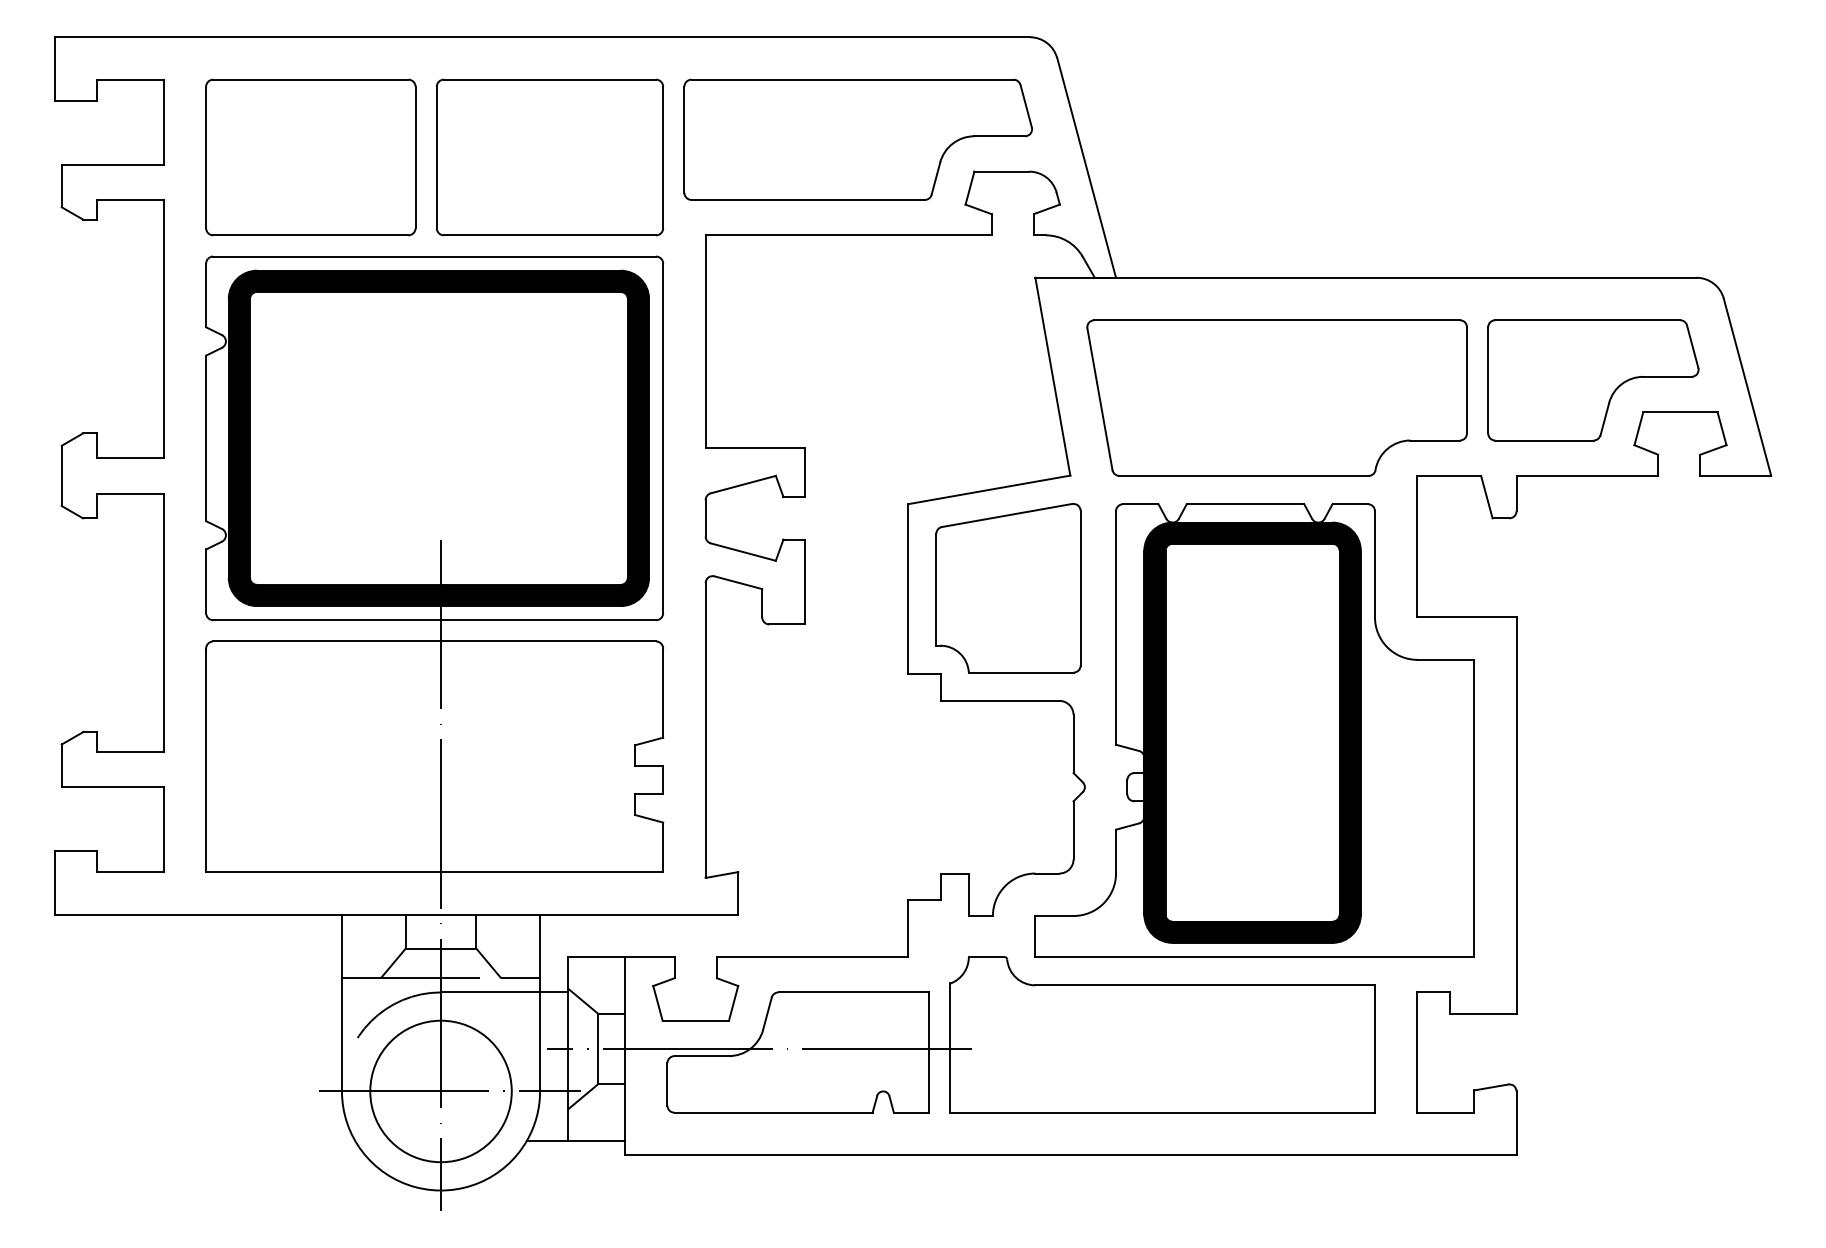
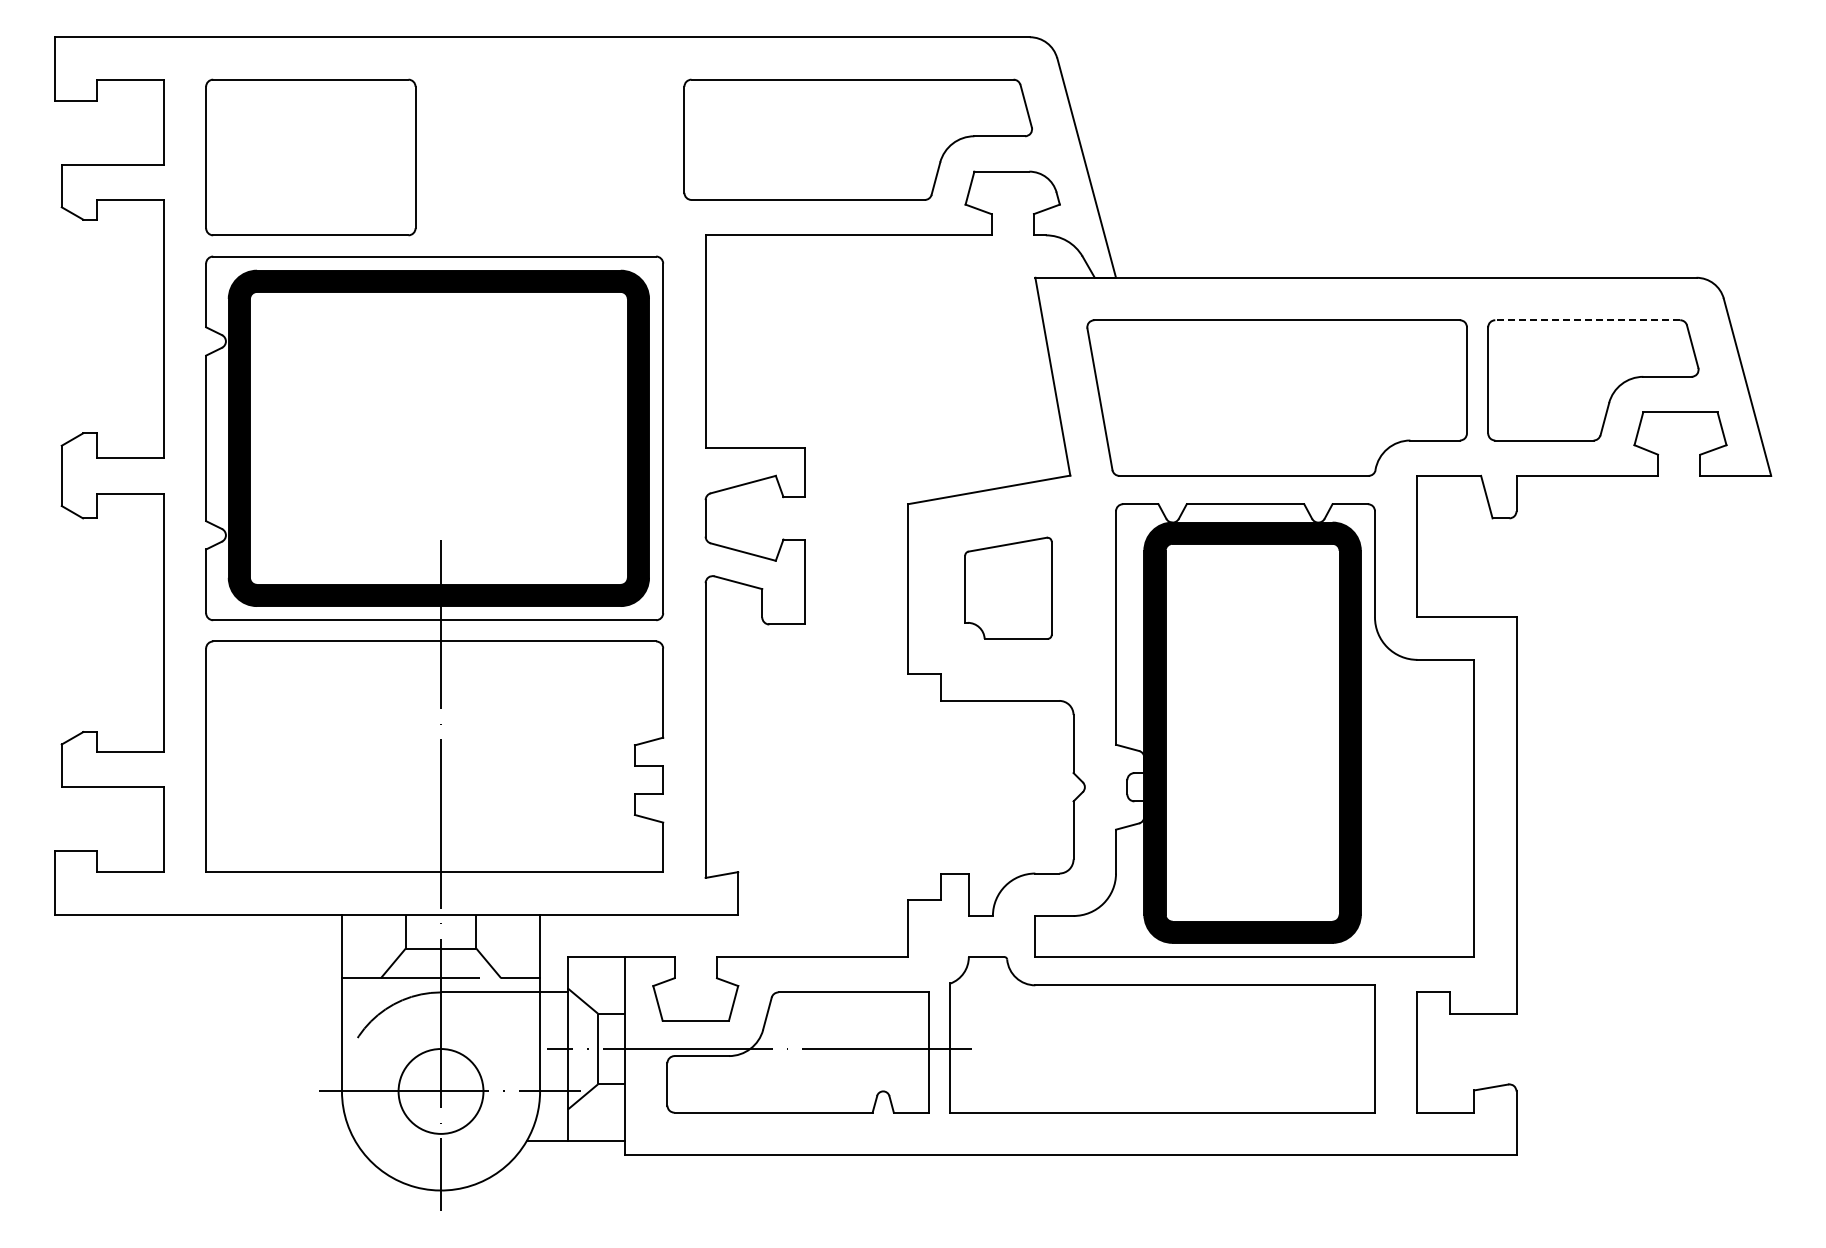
part at (549, 157): present -> none
line at (1587, 320): solid -> dashed
part at (1008, 588) size: 147x171 px -> 89x104 px
circle at (440, 1091) diameter: 142 px -> 85 px
